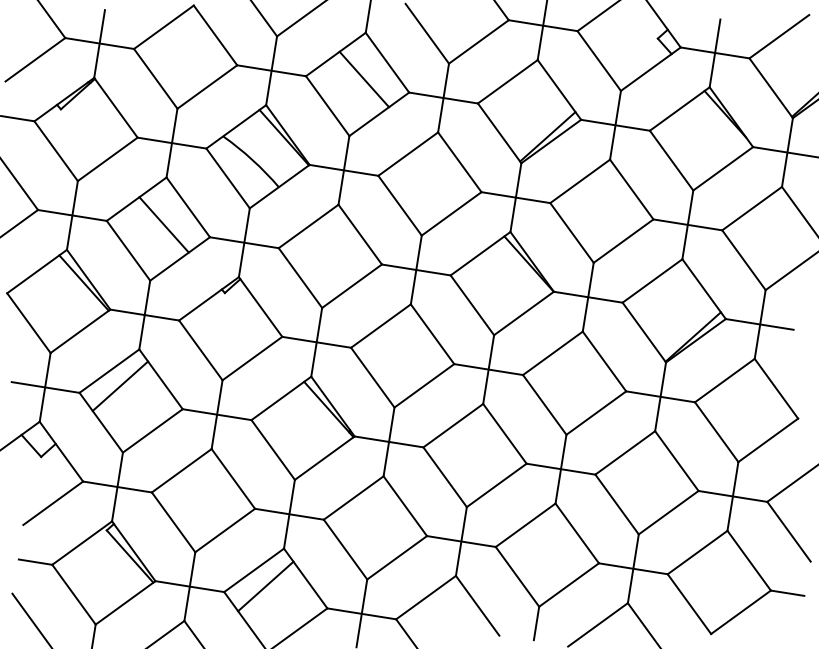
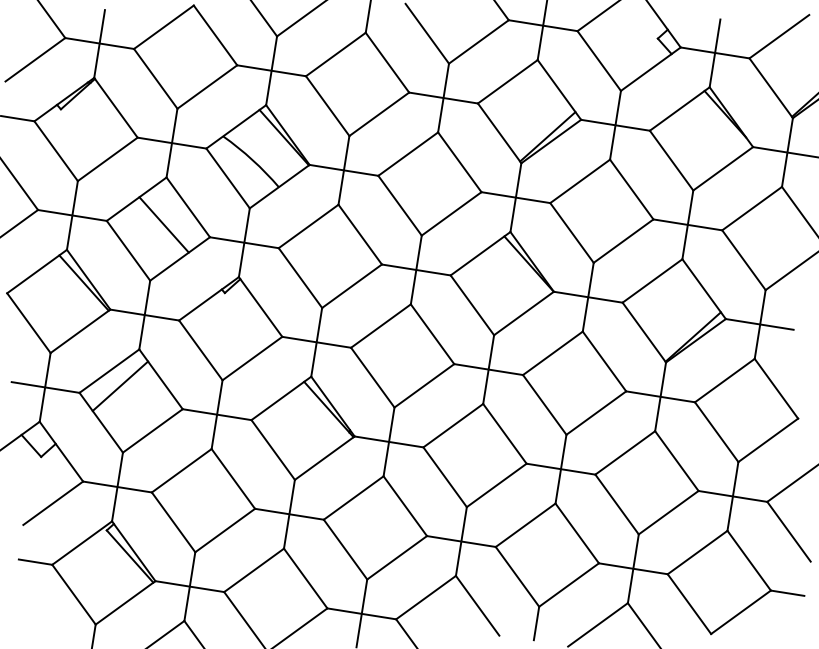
line at (364, 79): present -> none
line at (265, 586): present -> none
line at (30, 619): present -> none
